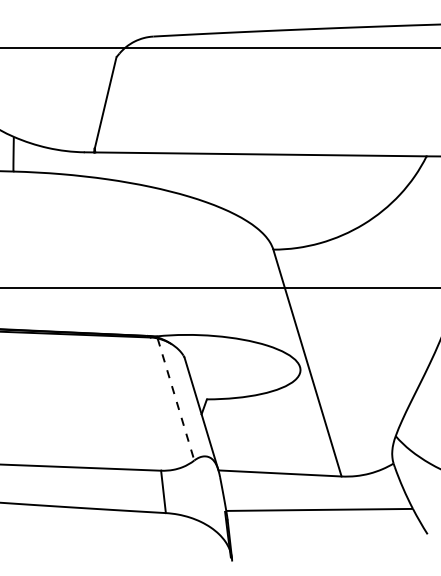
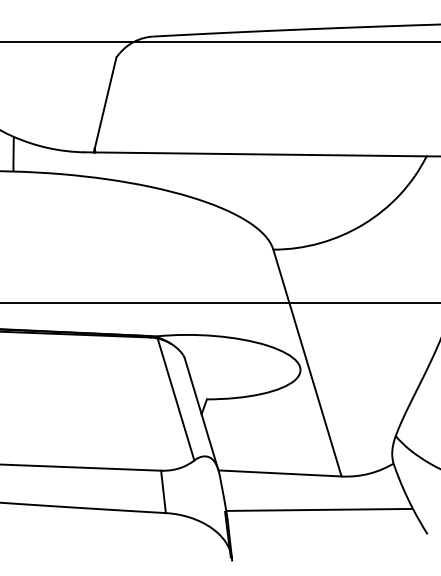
line at (219, 47) position: (219, 47) -> (219, 41)
line at (219, 287) position: (219, 287) -> (219, 302)
line at (176, 399): dashed -> solid
